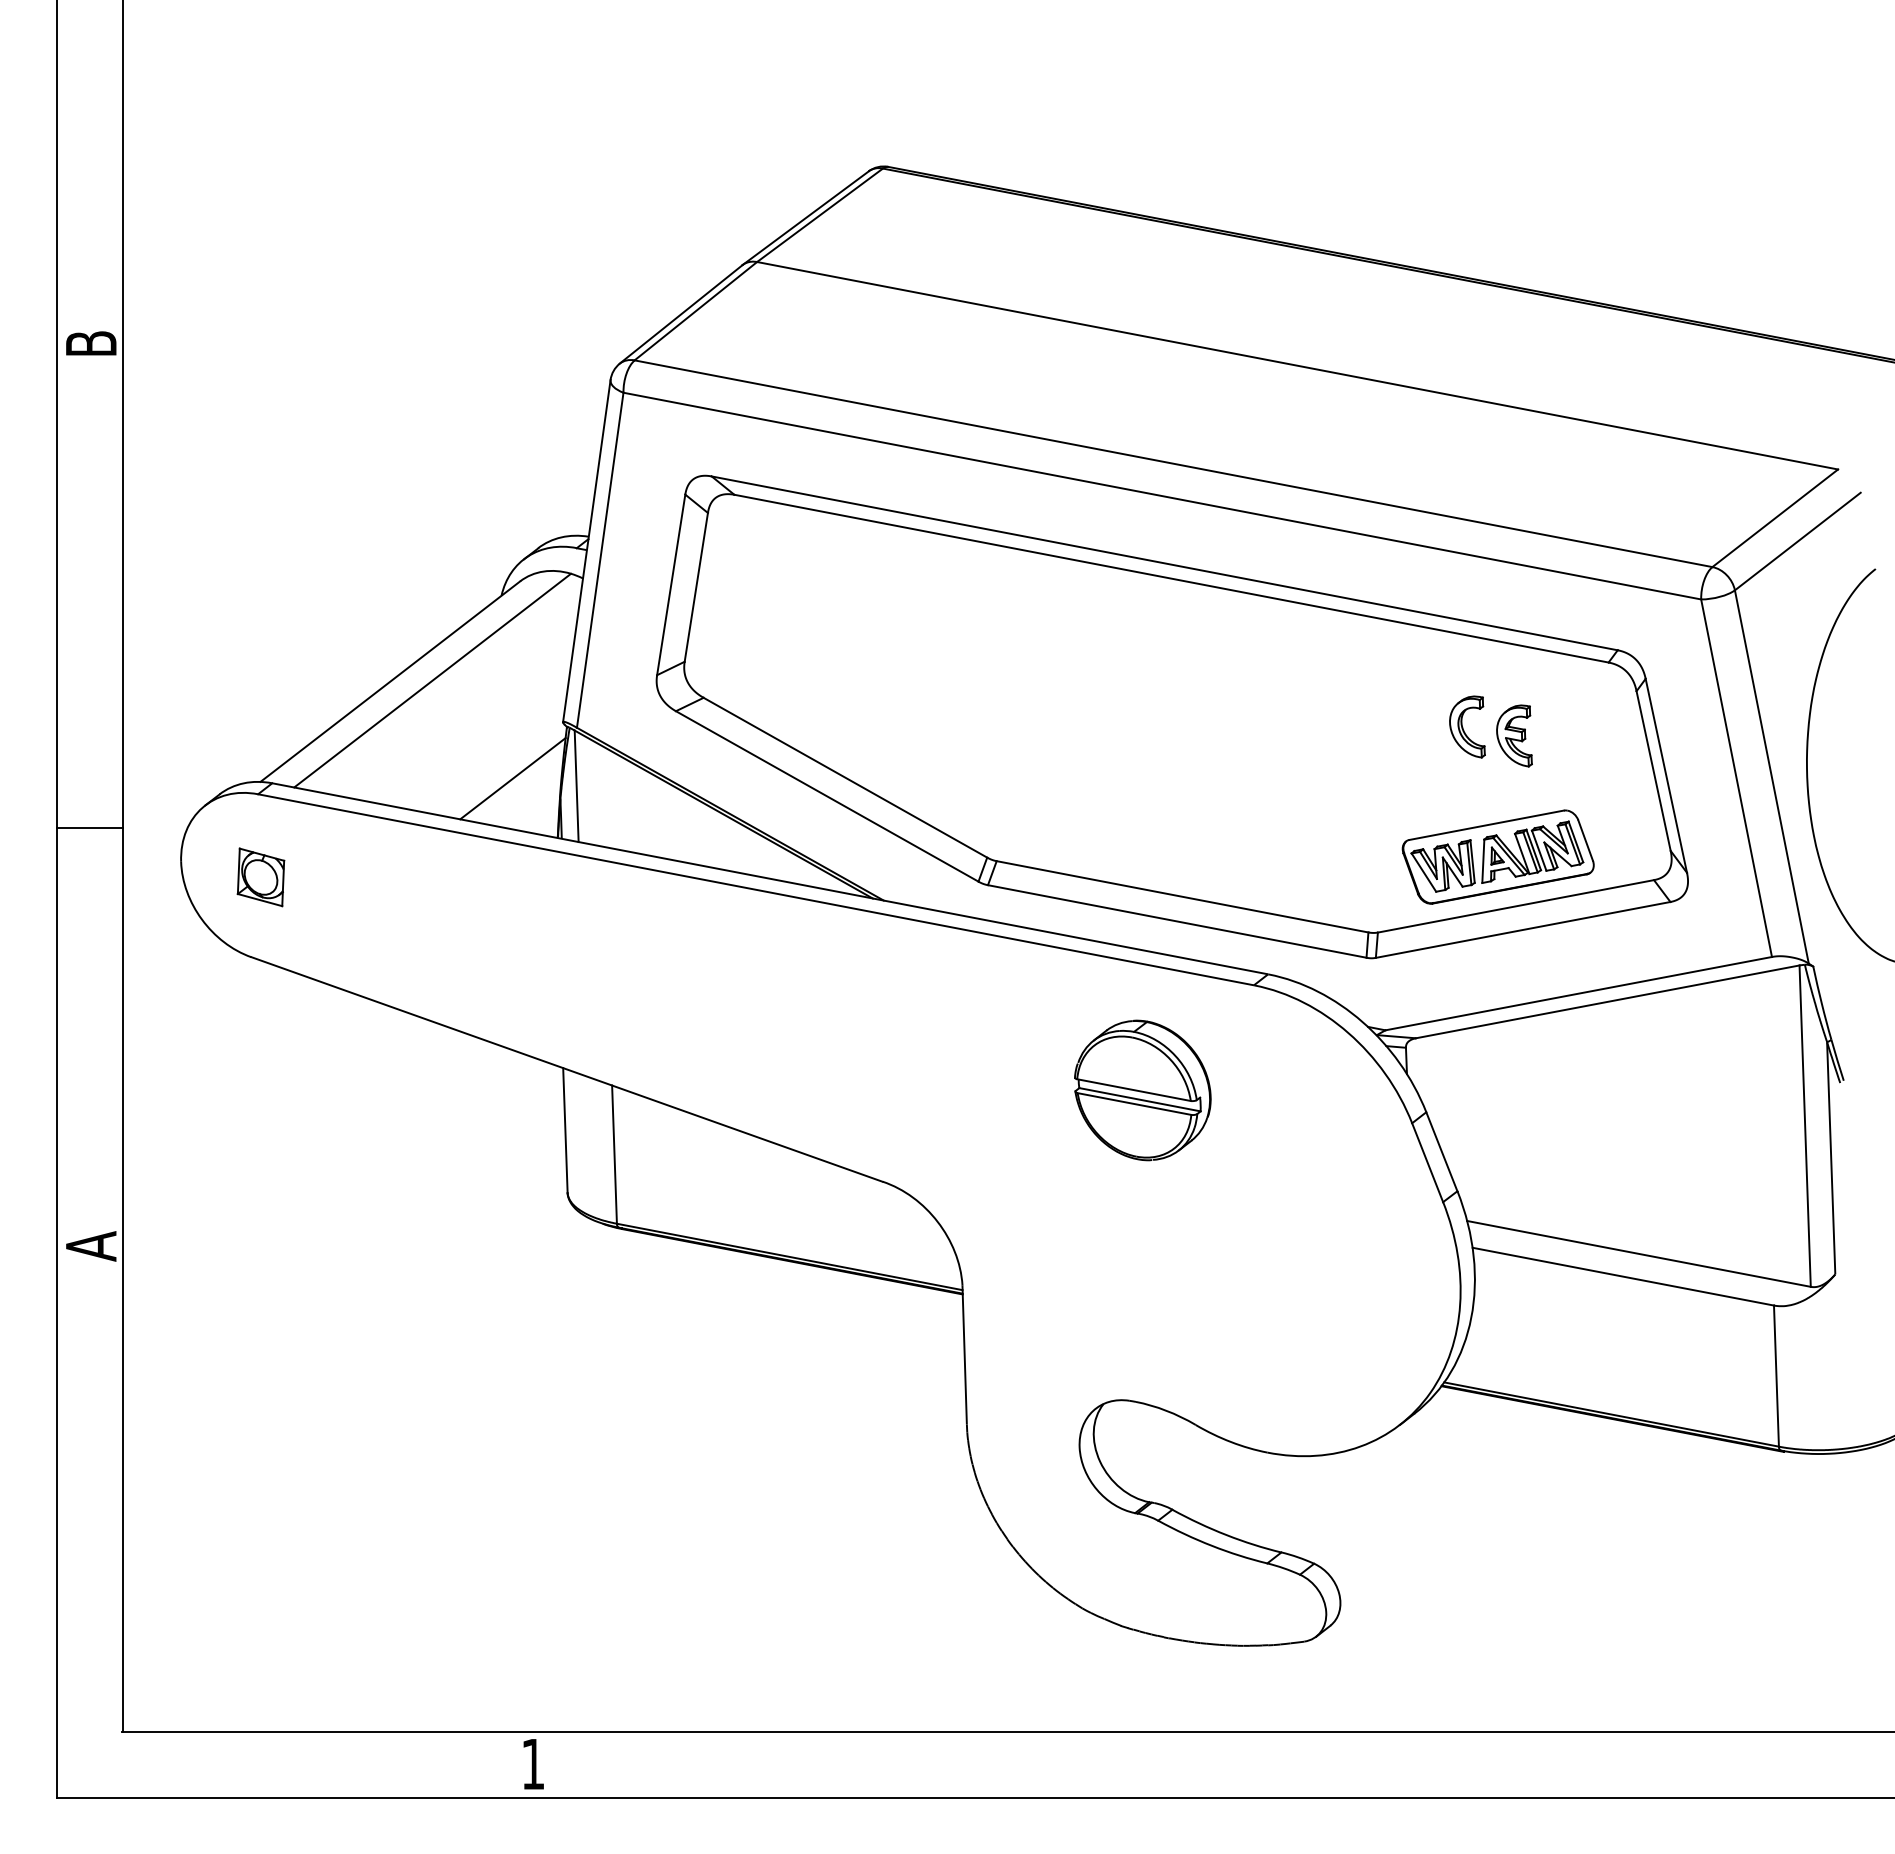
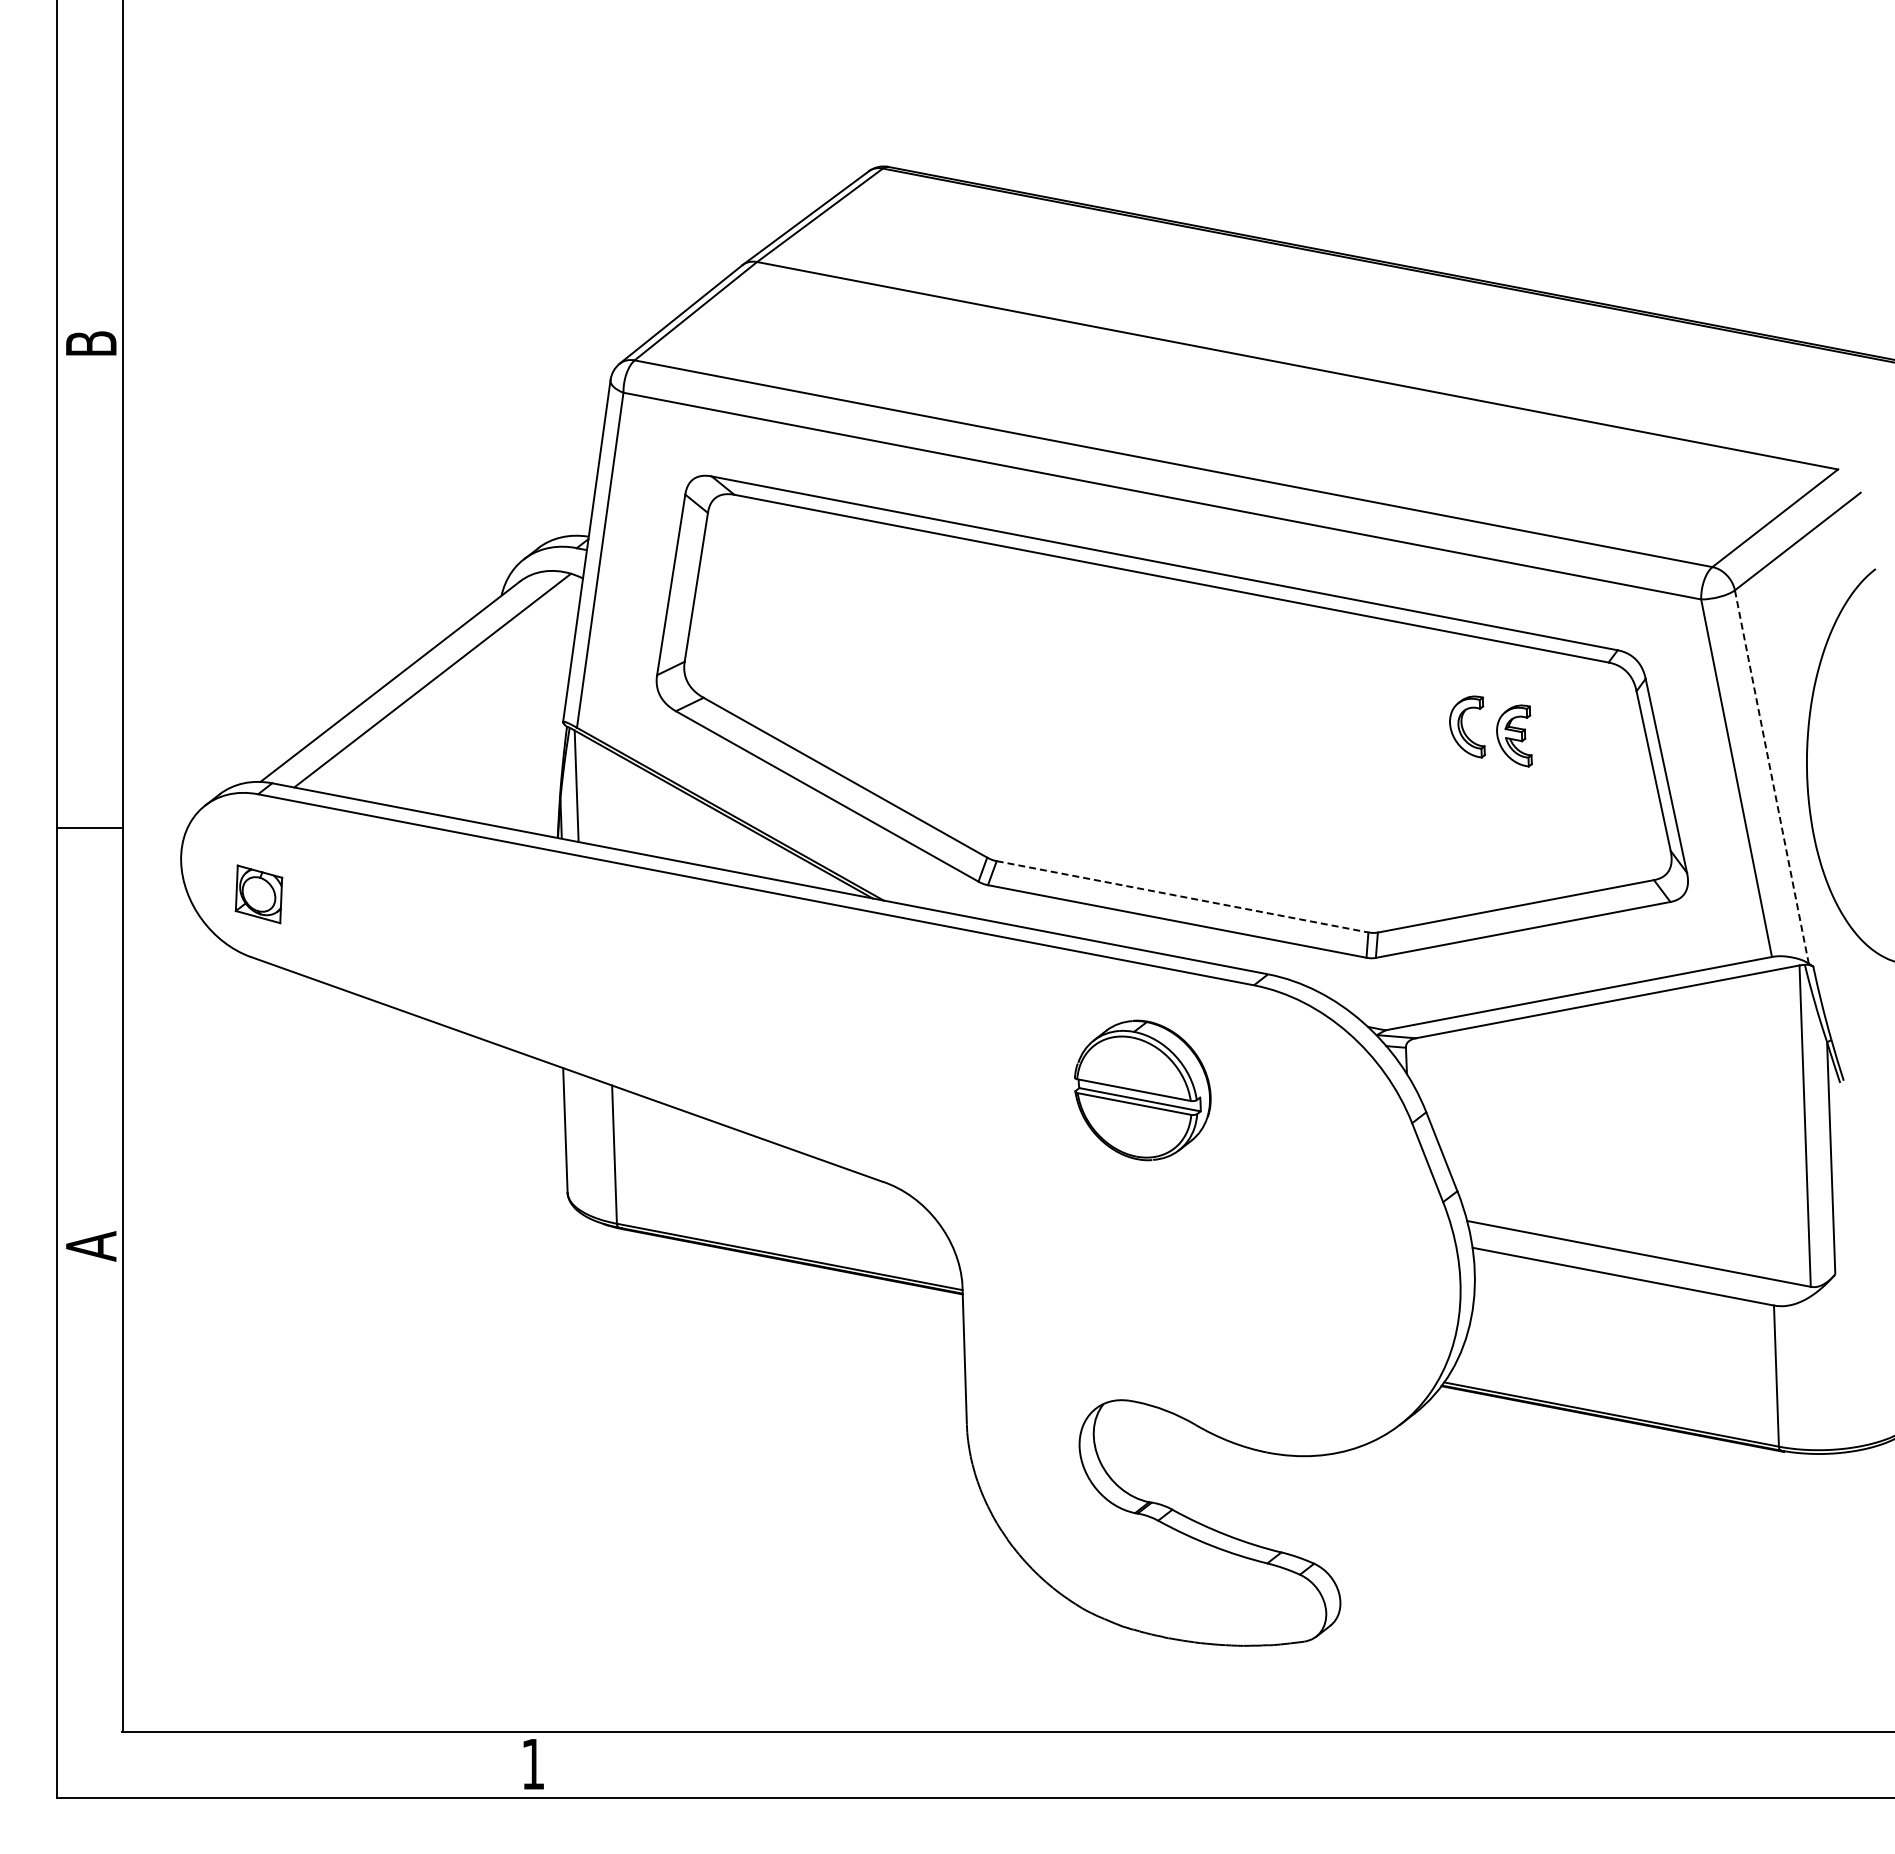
line at (1771, 777): solid -> dashed
line at (512, 778): present -> none
part at (1497, 856): present -> none
part at (260, 877) position: (260, 877) -> (258, 894)
line at (1183, 896): solid -> dashed
